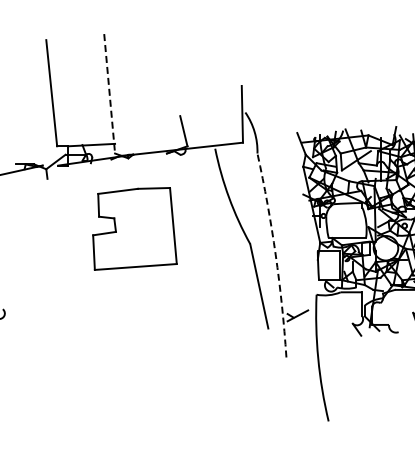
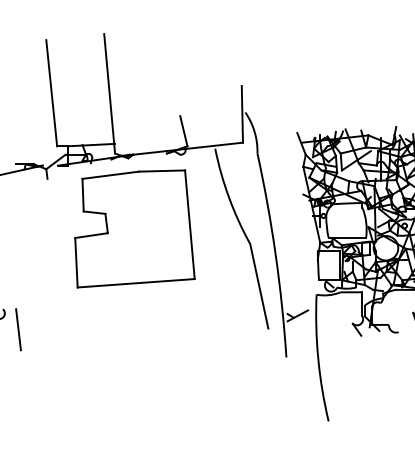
line at (109, 93): dashed -> solid
part at (134, 228) size: 86x84 px -> 122x120 px
arc at (275, 254): dashed -> solid
line at (18, 329): none -> present
